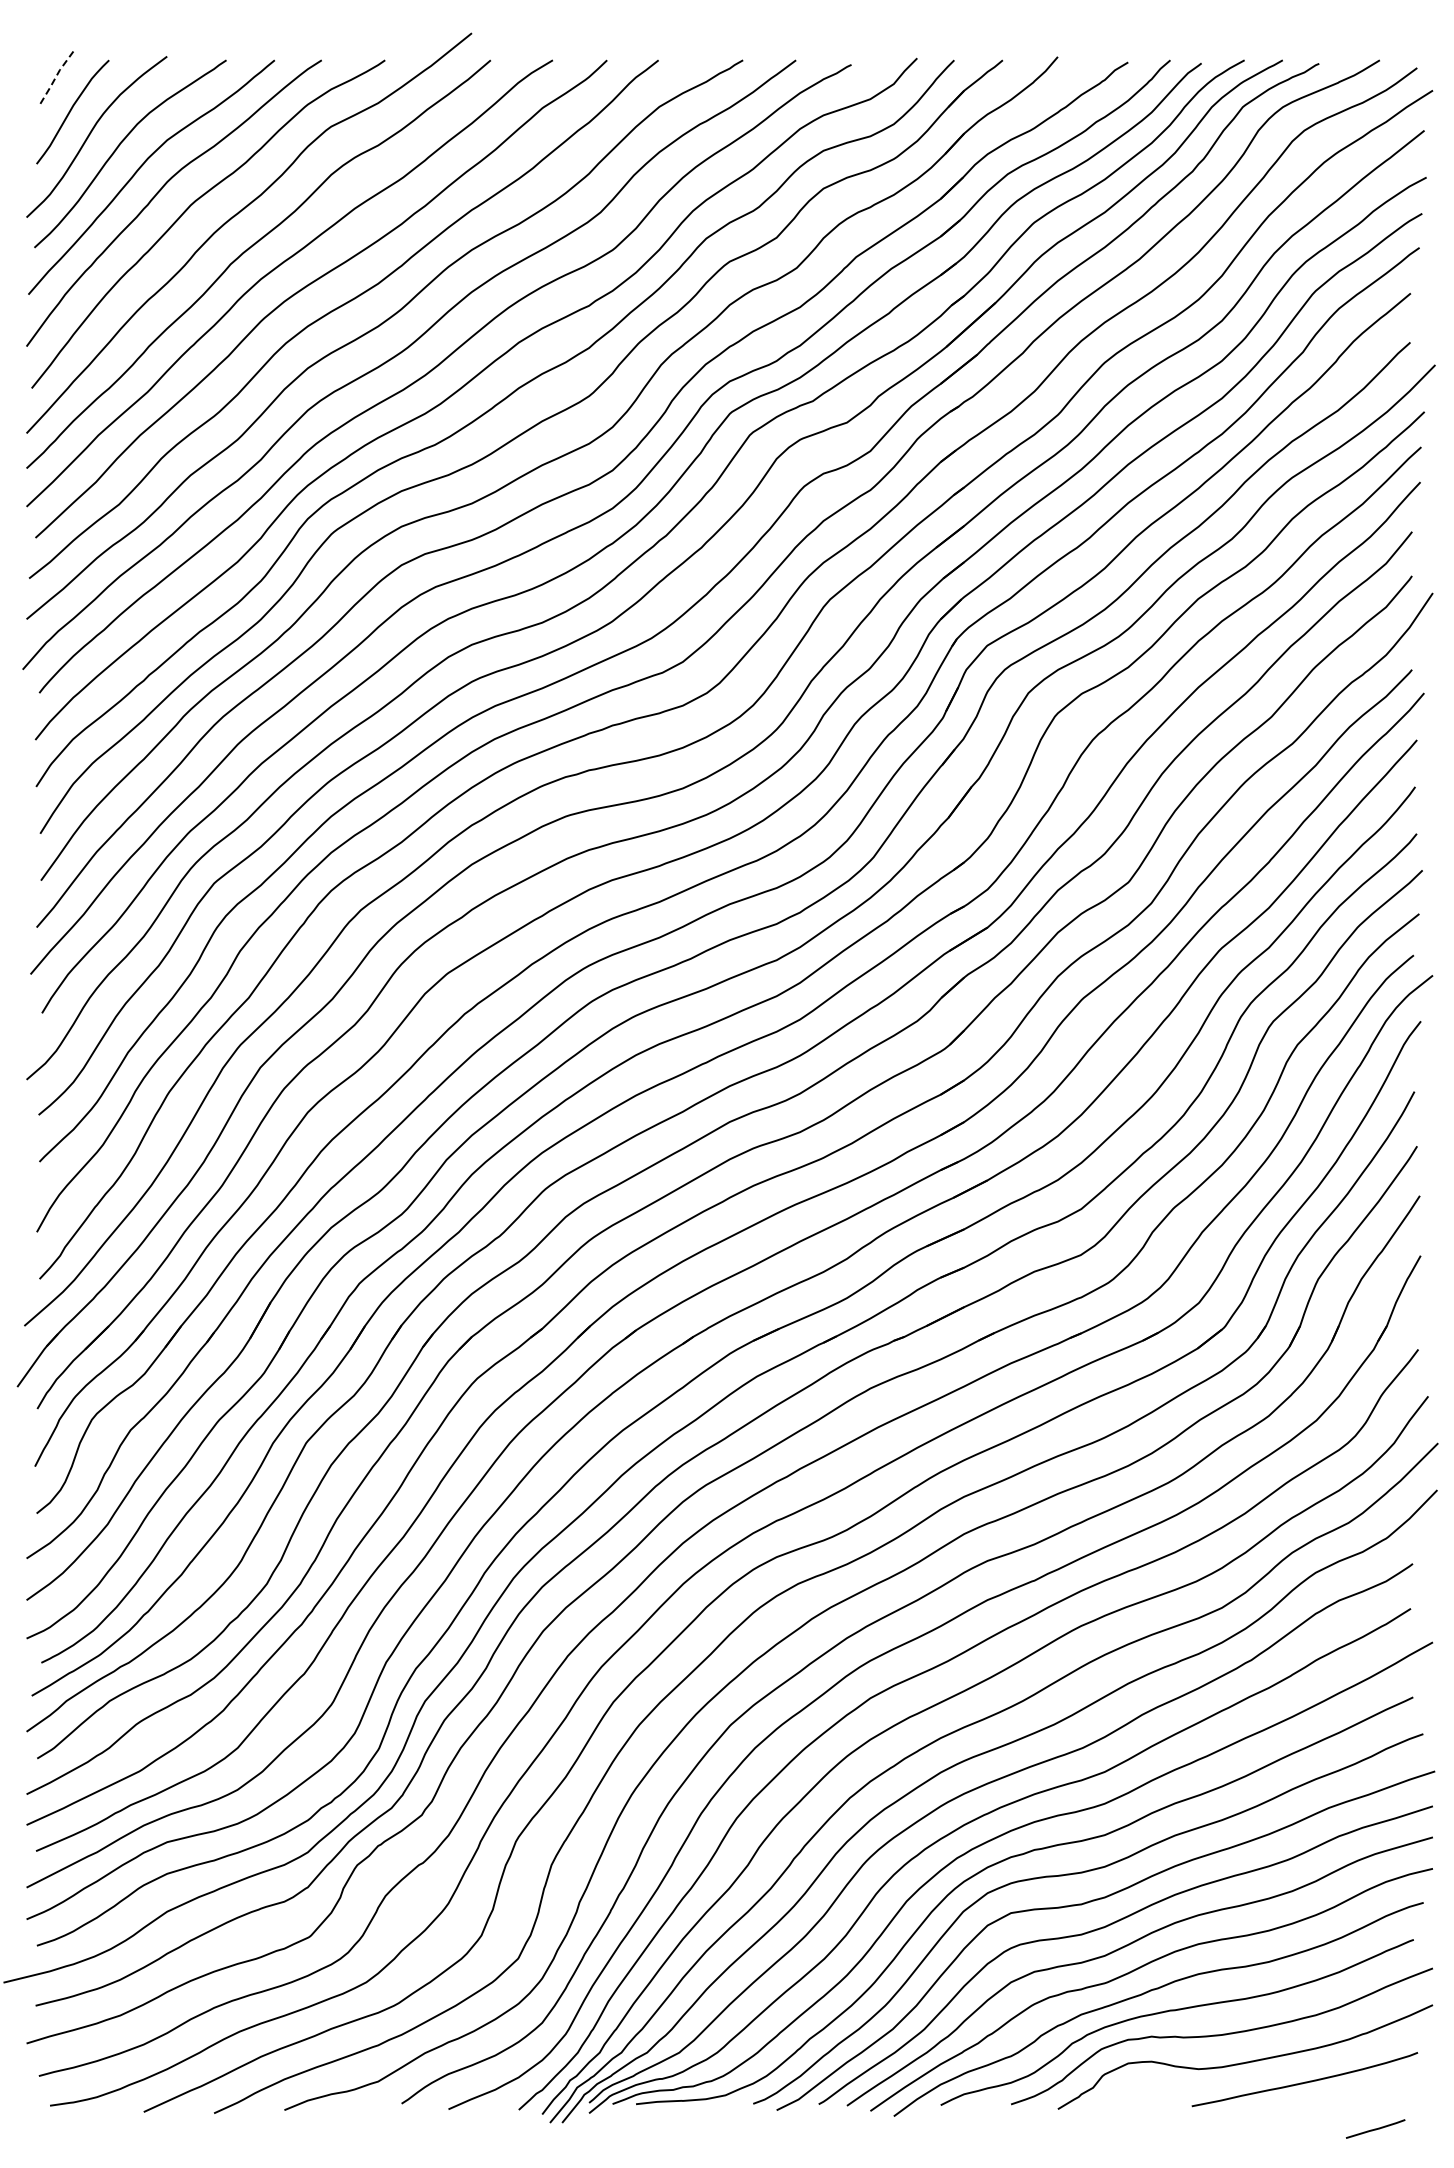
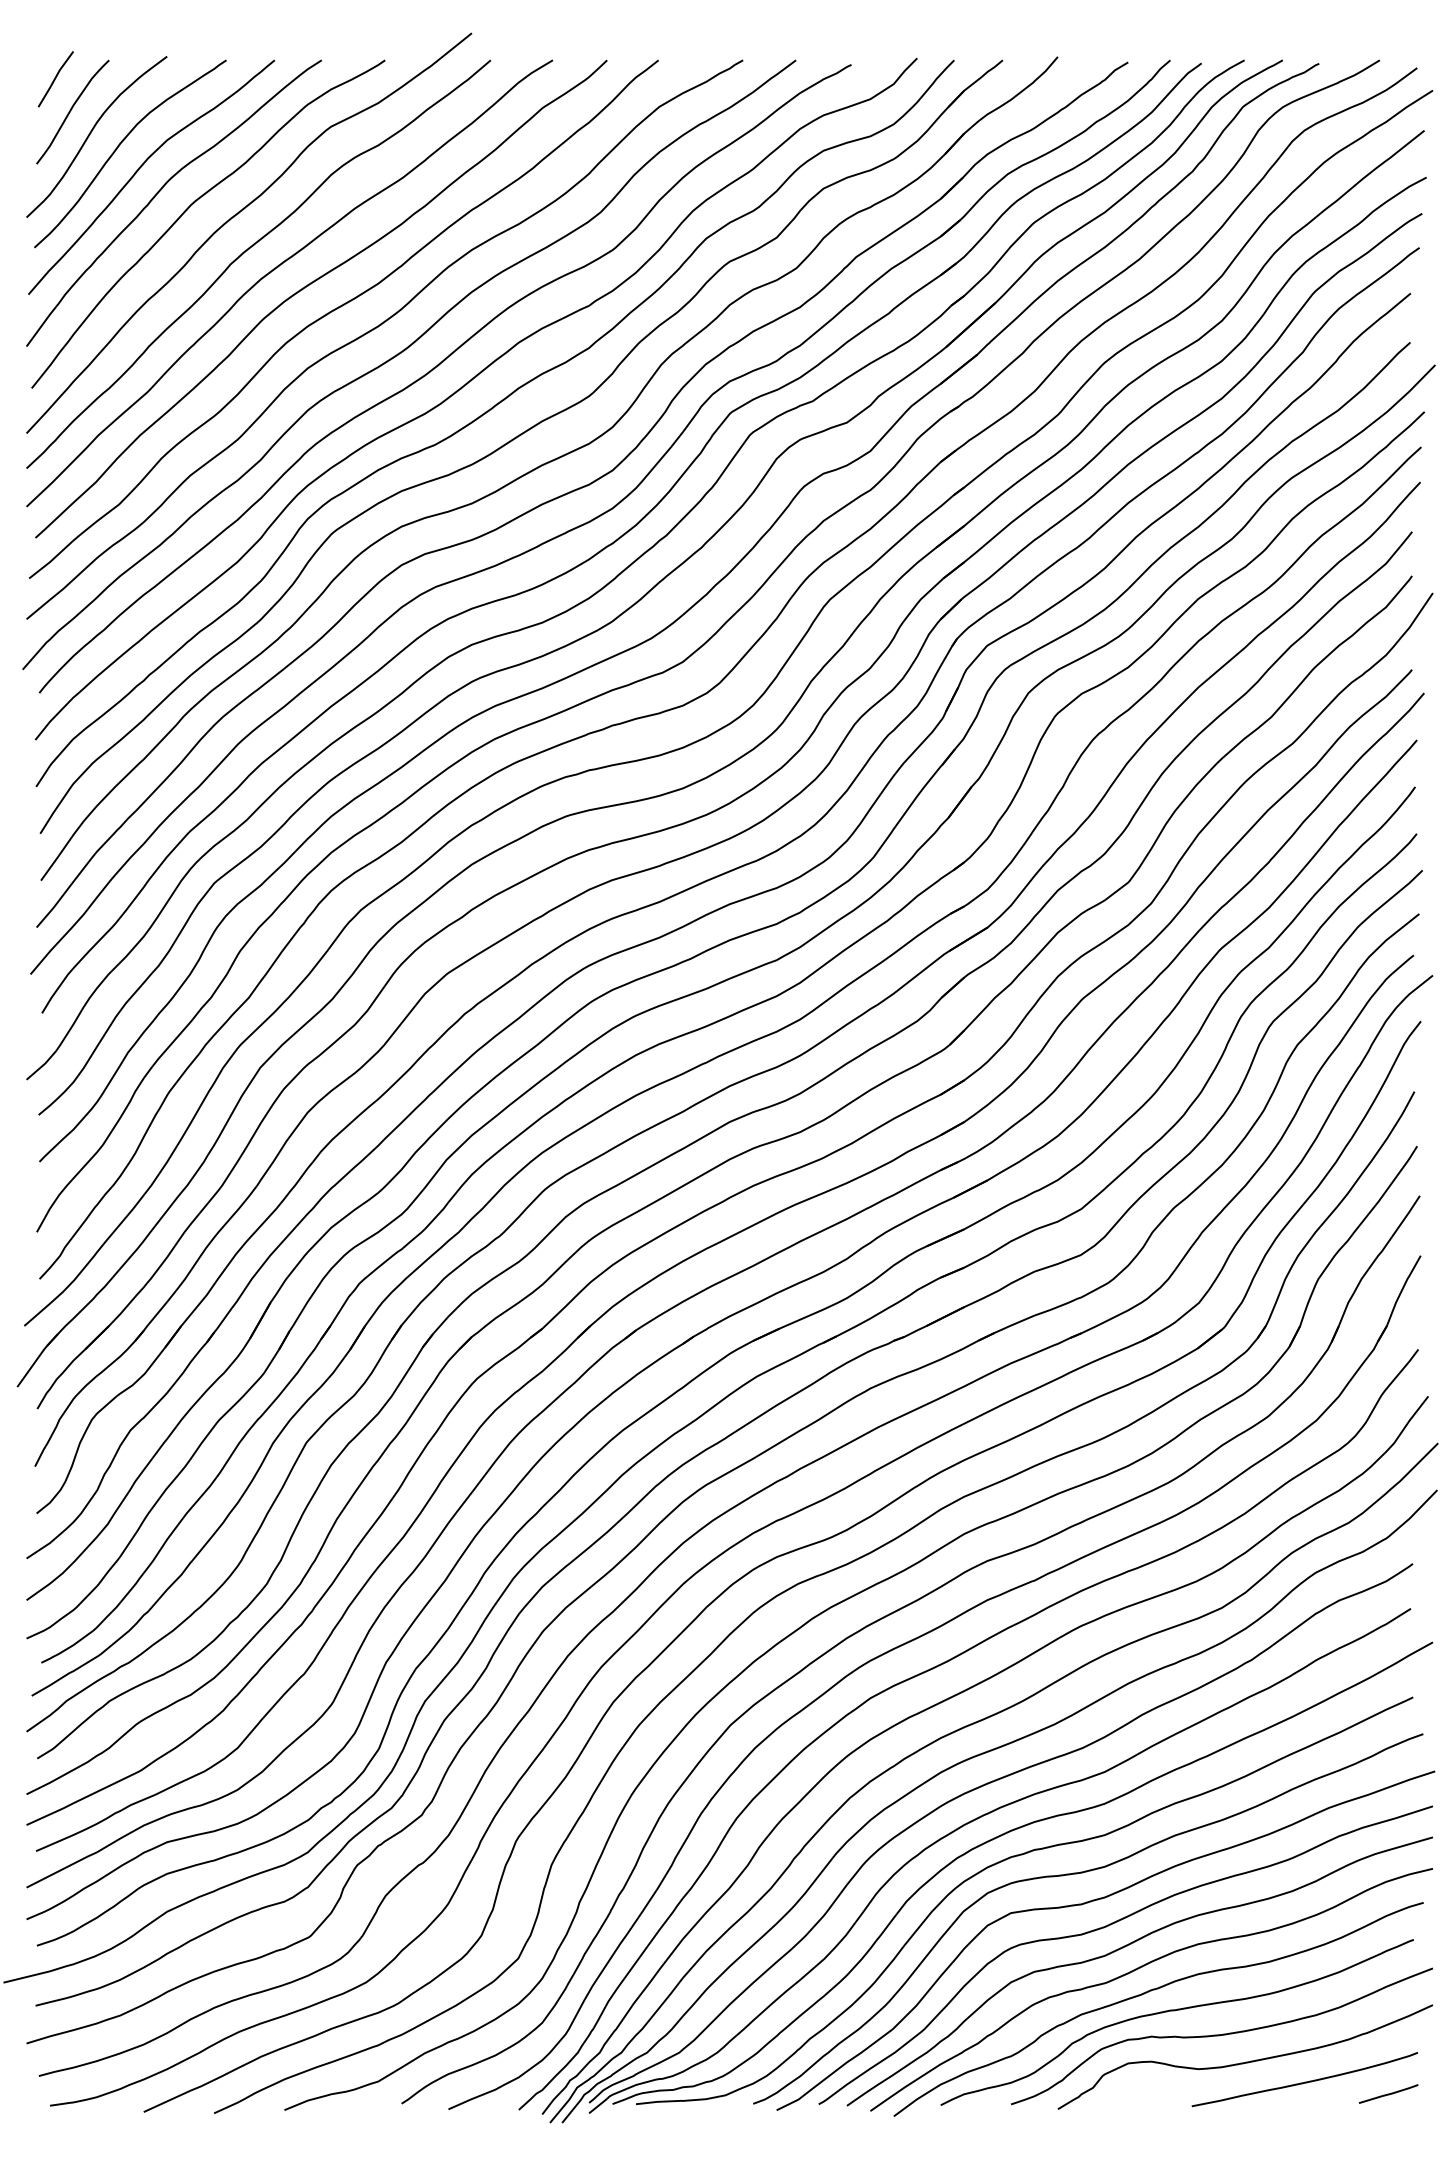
line at (55, 78): dashed -> solid
line at (1375, 2128) position: (1375, 2128) -> (1388, 2093)
